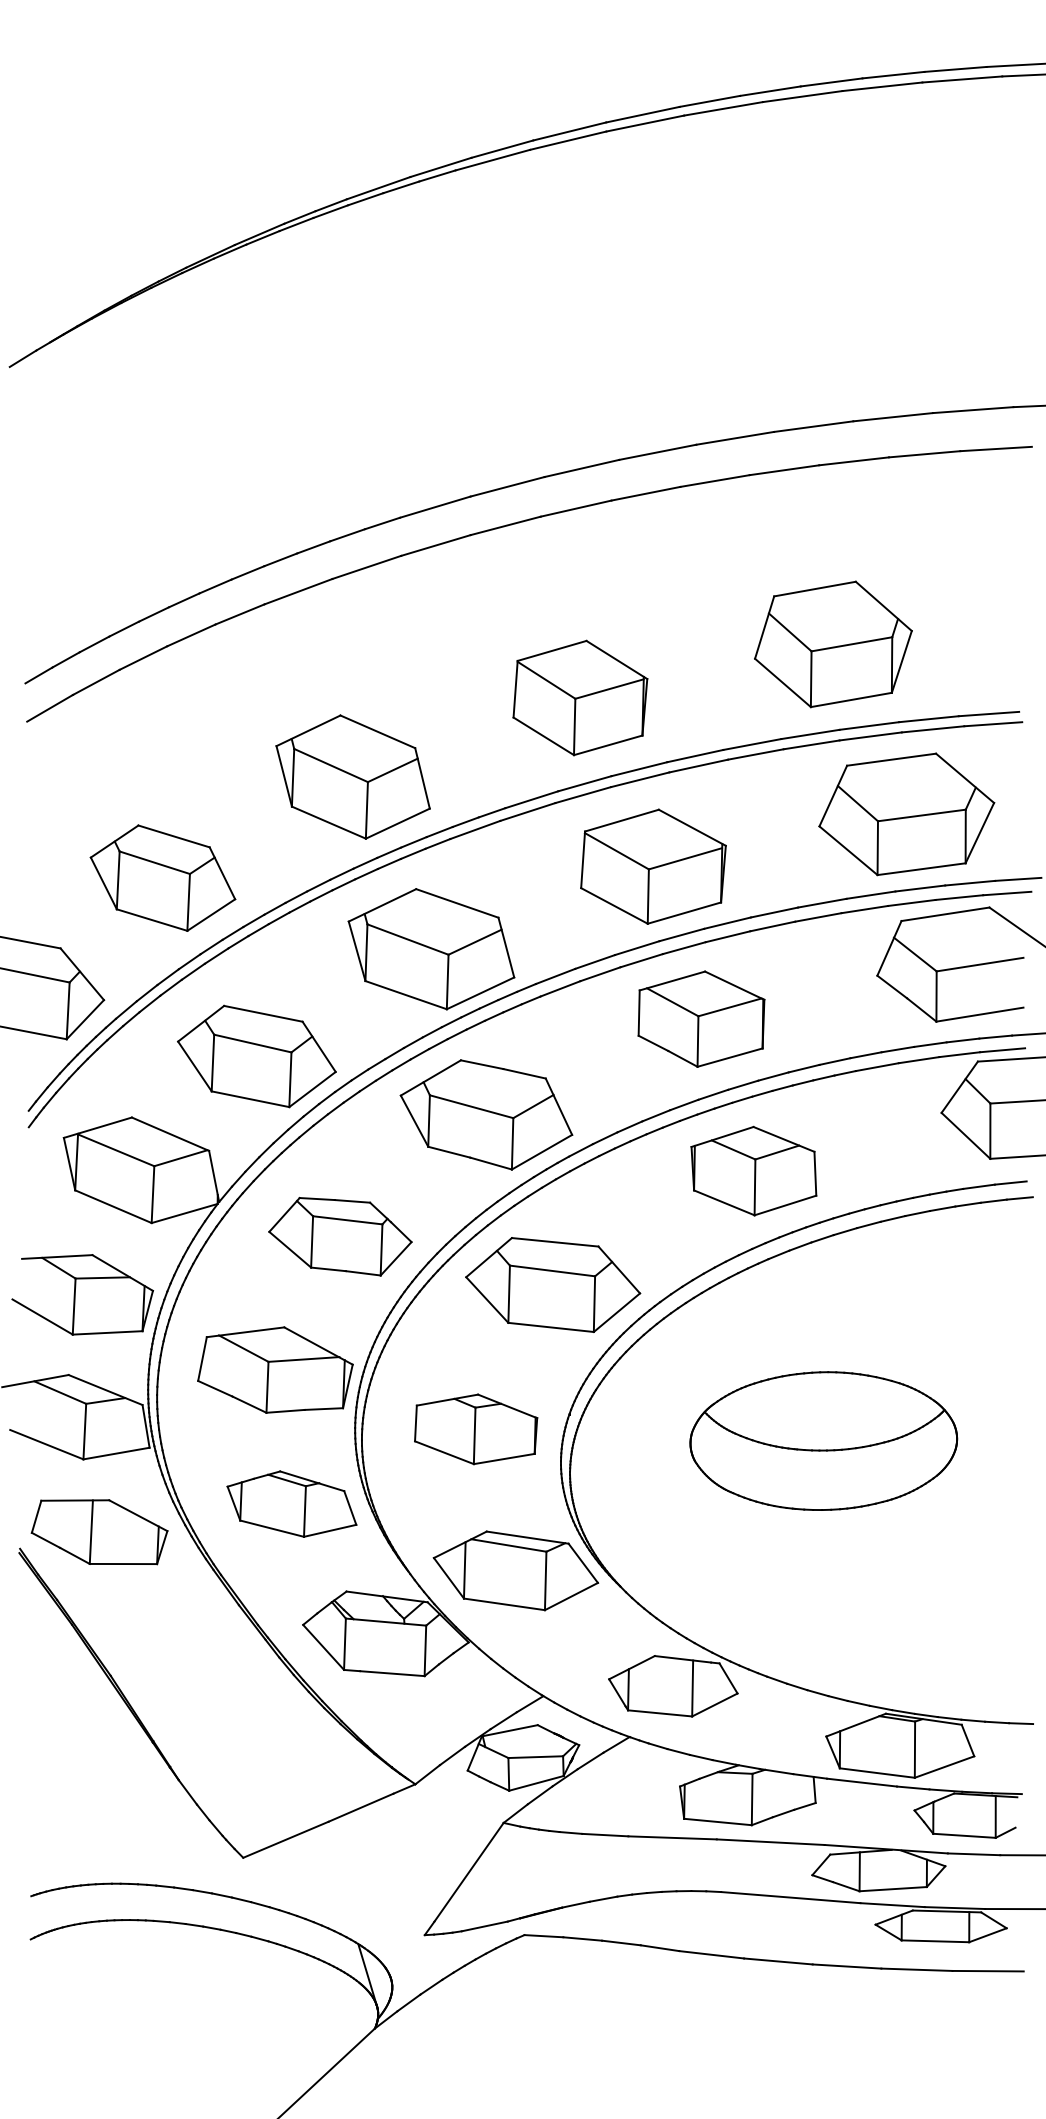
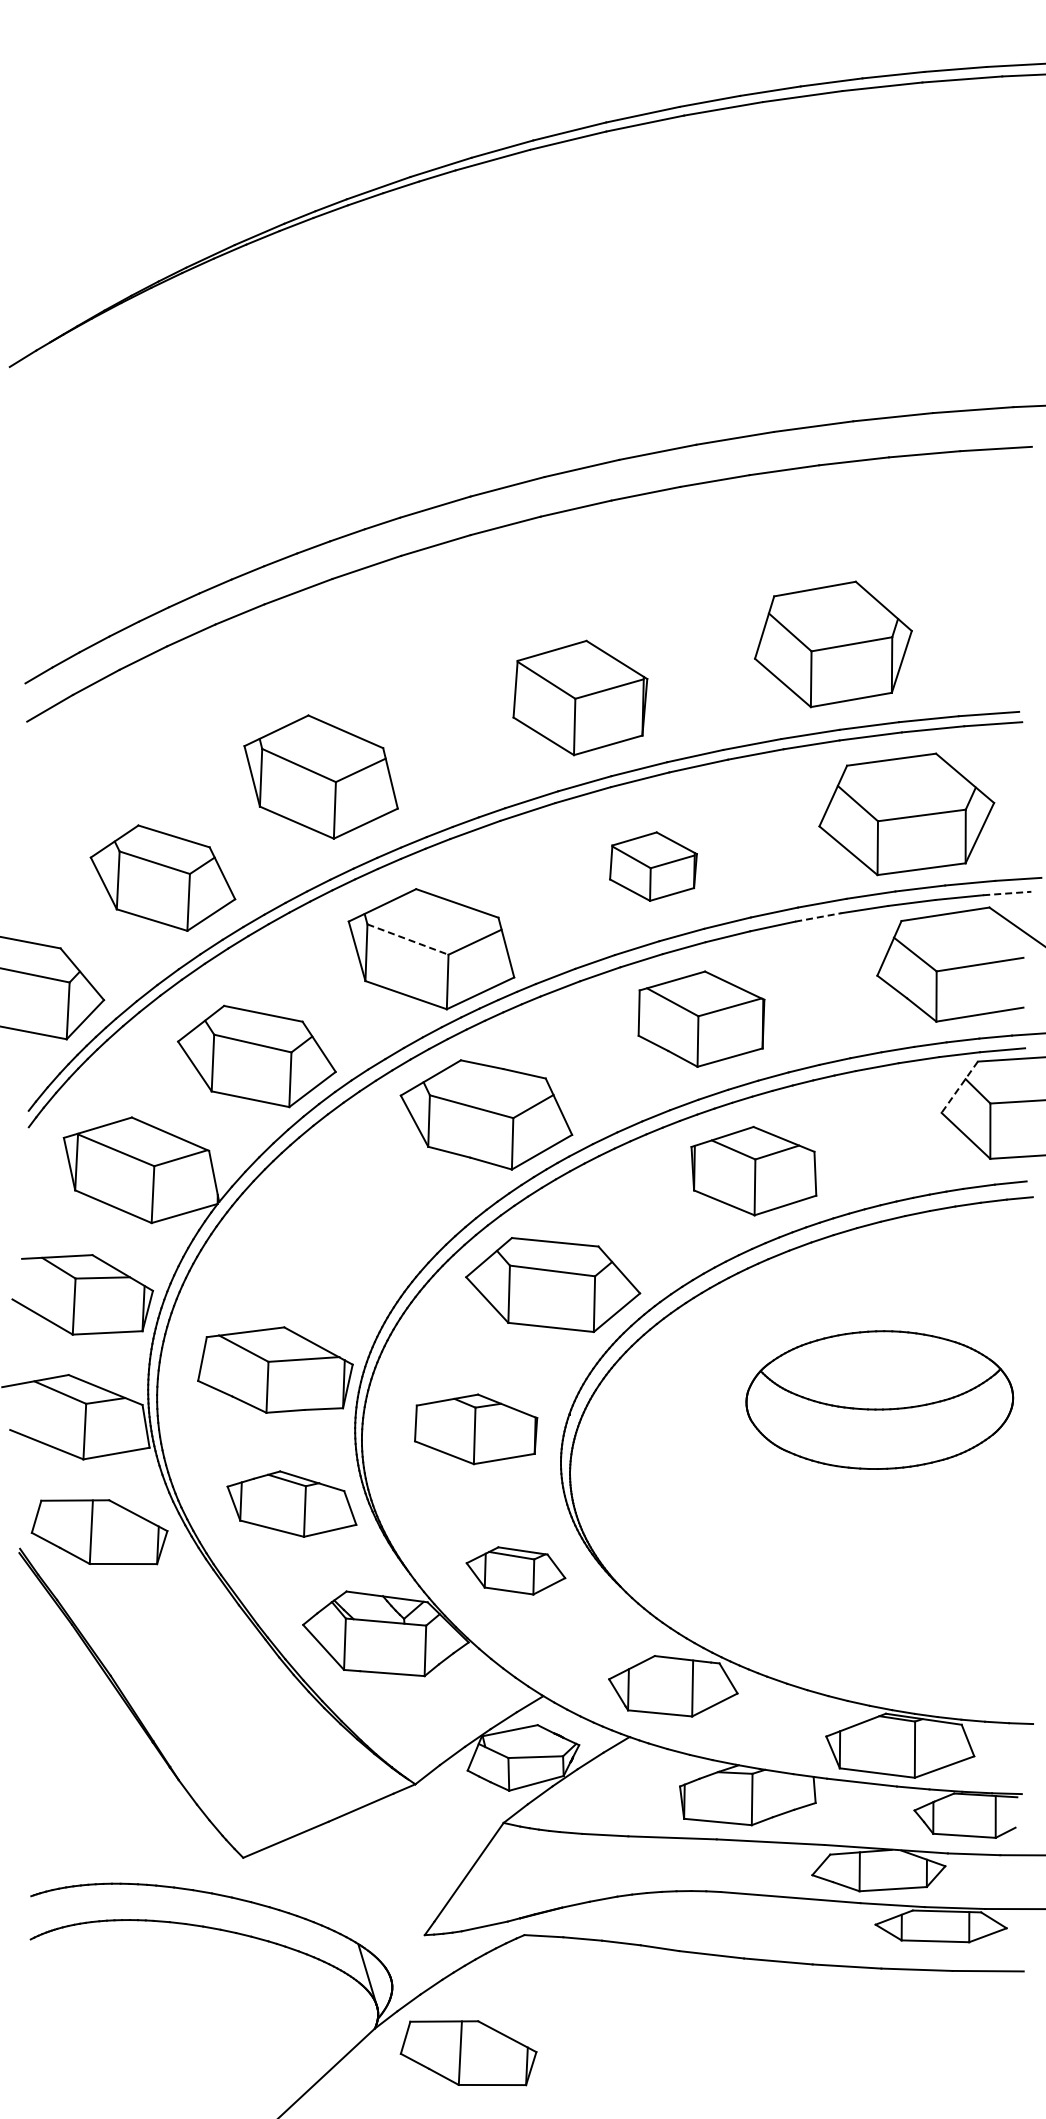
part at (352, 776) position: (352, 776) -> (320, 776)
part at (653, 866) size: 147x117 px -> 89x71 px
line at (1007, 893): solid -> dashed
line at (818, 917): solid -> dashed
line at (408, 939): solid -> dashed
line at (959, 1087): solid -> dashed
part at (340, 1236): present -> none
part at (823, 1440) position: (823, 1440) -> (879, 1399)
part at (515, 1570) size: 168x82 px -> 102x50 px
part at (468, 2053): none -> present
